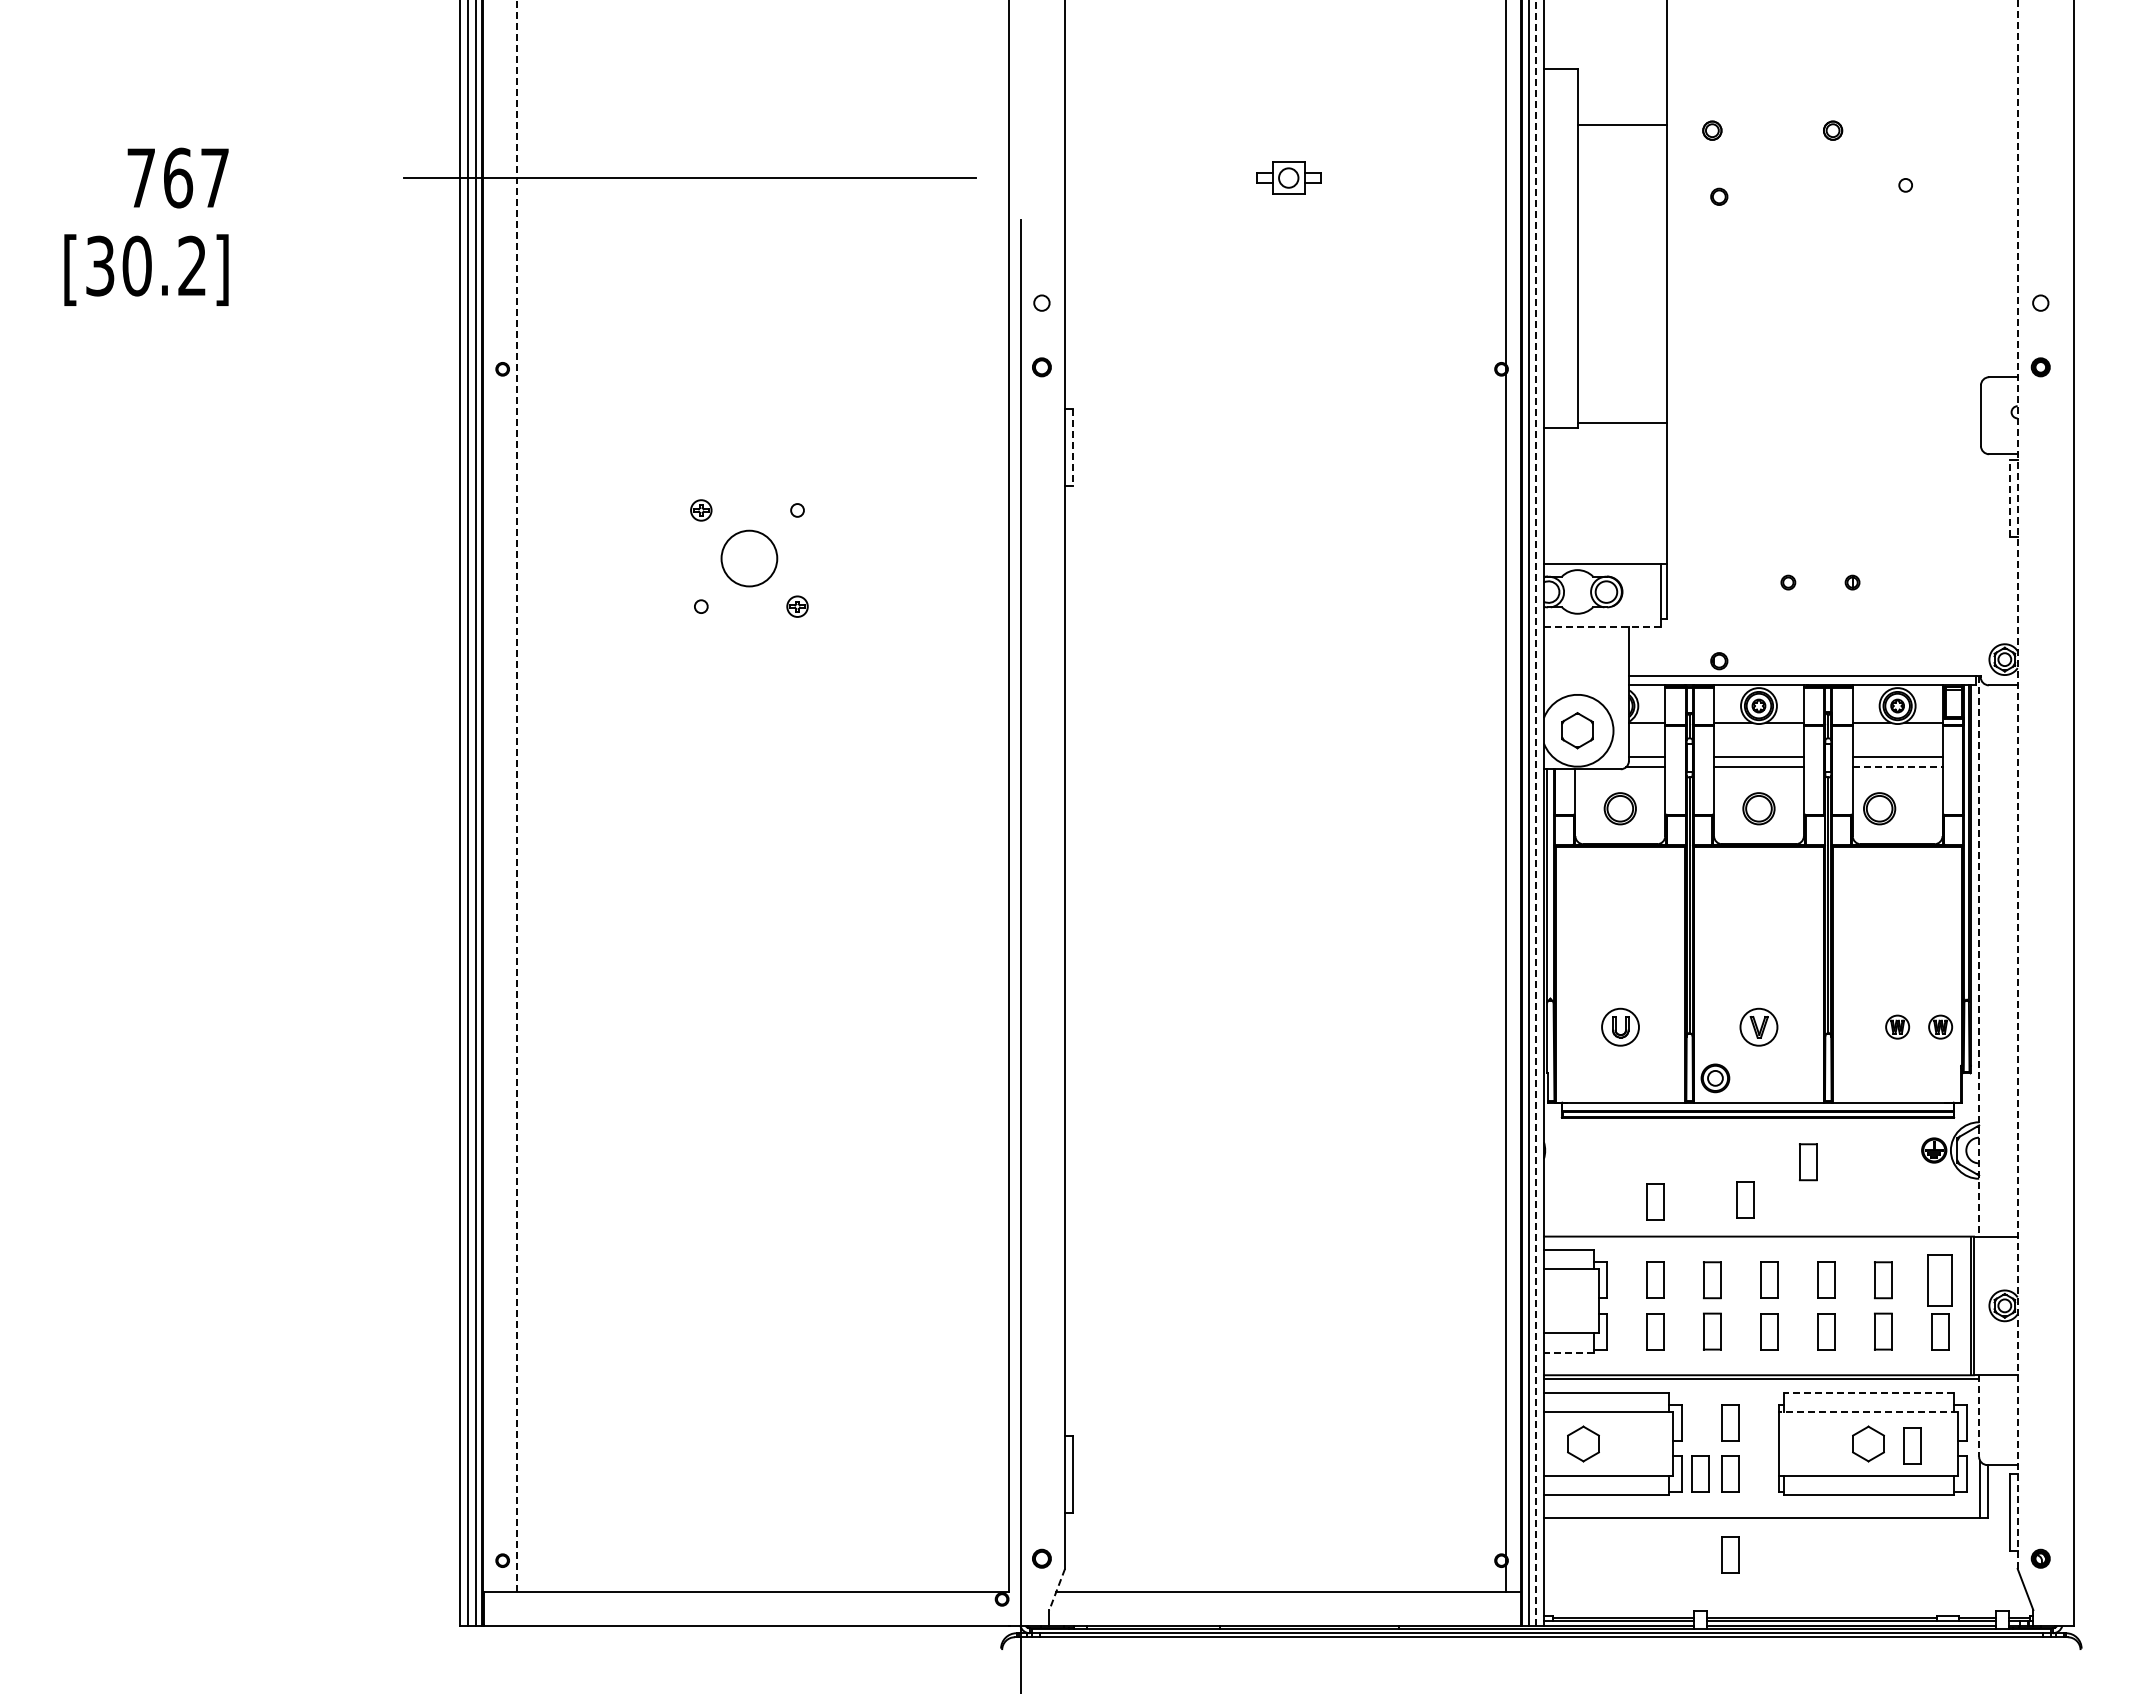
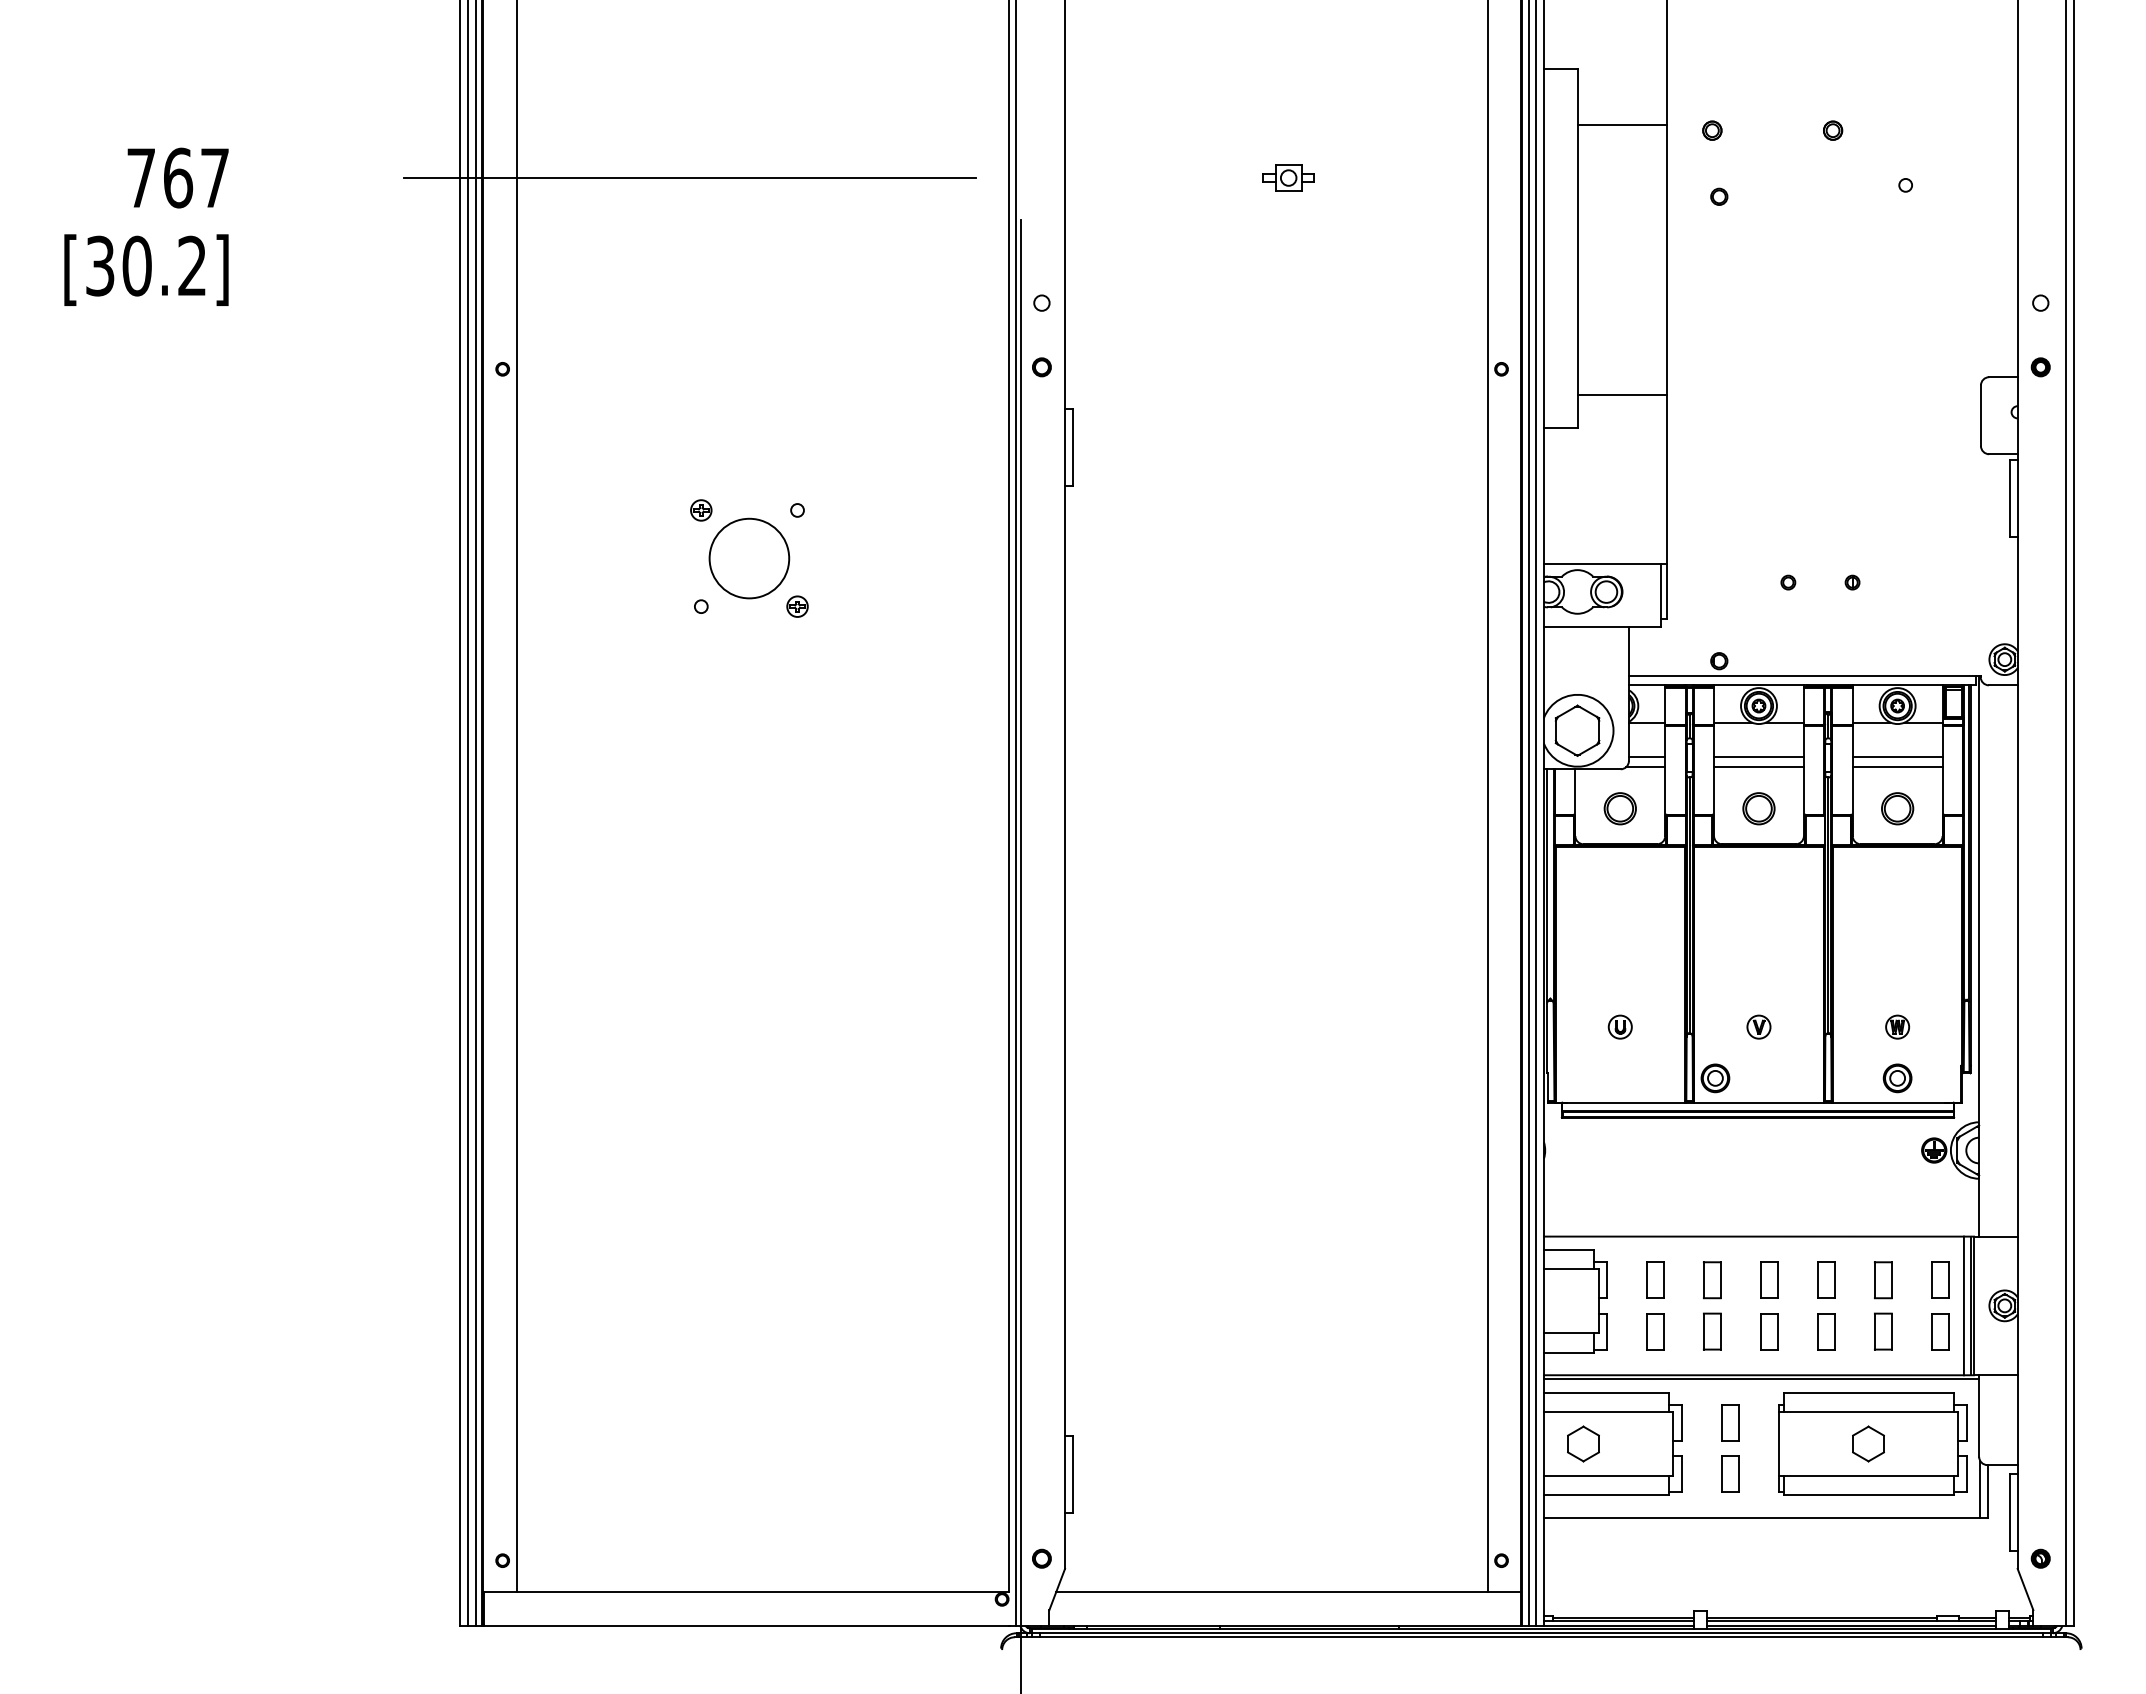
part at (1288, 177) size: 66x34 px -> 53x28 px
line at (1622, 423) position: (1622, 423) -> (1622, 395)
line at (1072, 447): dashed -> solid
line at (2010, 498): dashed -> solid
circle at (749, 558) diameter: 56 px -> 80 px
line at (1602, 626): dashed -> solid
part at (1577, 730) size: 33x38 px -> 47x53 px
line at (1897, 767): dashed -> solid
line at (2017, 784): dashed -> solid
line at (516, 796): dashed -> solid
line at (1505, 797) position: (1505, 797) -> (1487, 797)
part at (1879, 808) position: (1879, 808) -> (1897, 808)
line at (1536, 812): dashed -> solid
line at (1016, 813): none -> present
line at (2066, 813): none -> present
line at (1979, 956): dashed -> solid
part at (1620, 1026) size: 39x40 px -> 26x26 px
part at (1758, 1026) size: 40x40 px -> 26x26 px
part at (1940, 1026): present -> none
part at (1897, 1078): none -> present
part at (1808, 1162): present -> none
part at (1745, 1199): present -> none
part at (1655, 1201): present -> none
part at (1939, 1280) size: 26x53 px -> 19x38 px
line at (1963, 1305): none -> present
line at (1568, 1352): dashed -> solid
line at (1868, 1392): dashed -> solid
line at (1868, 1411): dashed -> solid
line at (1979, 1416): dashed -> solid
part at (1912, 1445): present -> none
part at (1700, 1473): present -> none
part at (1730, 1554): present -> none
line at (1057, 1589): dashed -> solid
